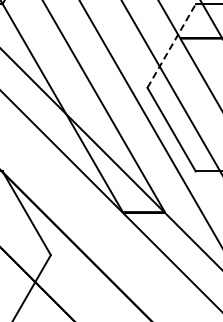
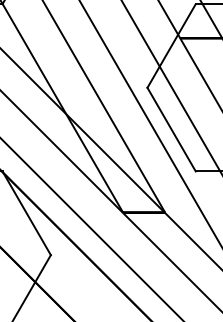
line at (171, 45): dashed -> solid
line at (91, 228): none -> present
